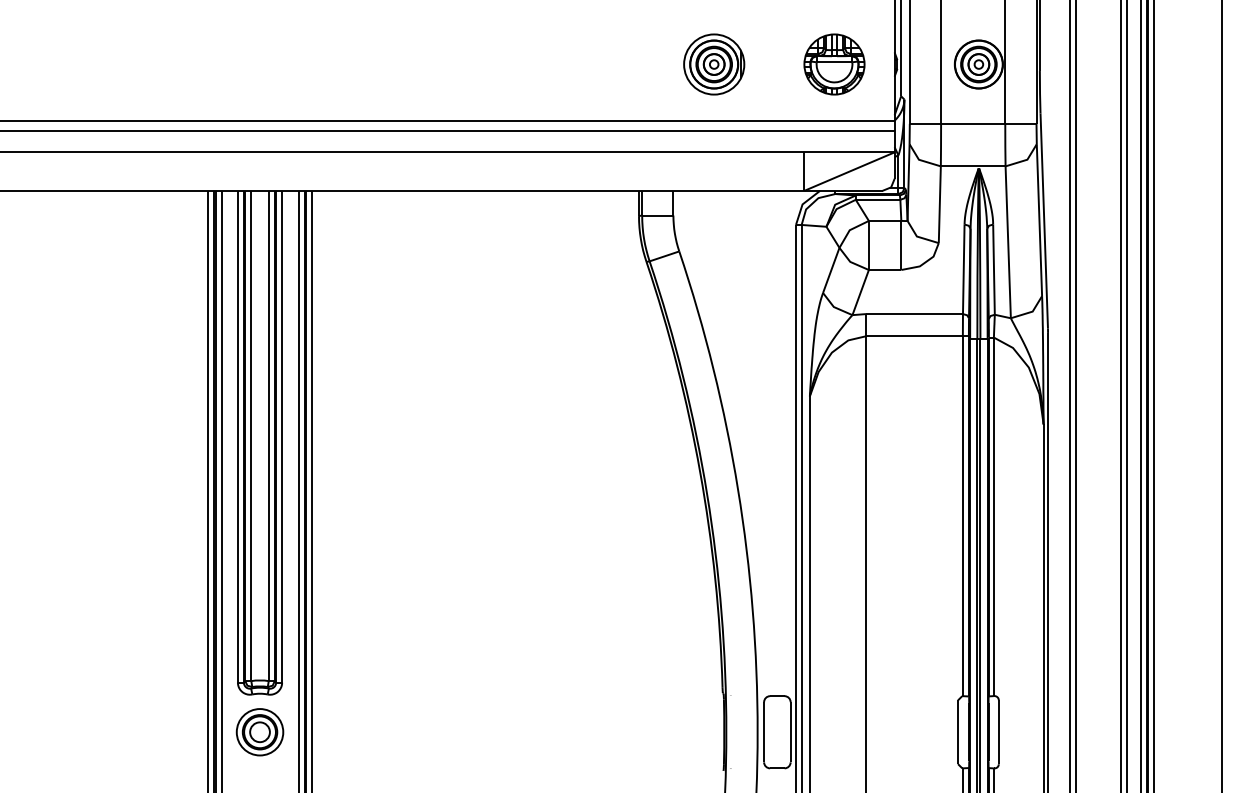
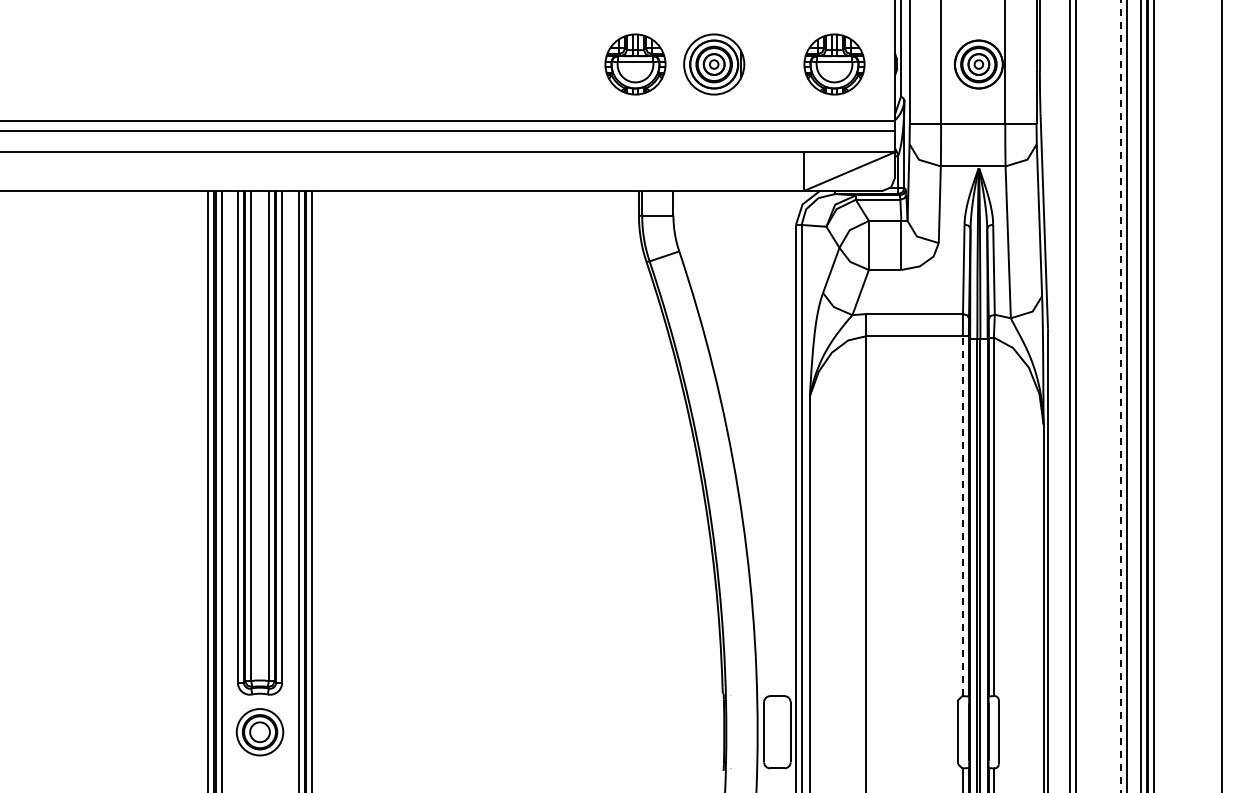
part at (635, 64): none -> present
line at (1121, 396): solid -> dashed
line at (962, 516): solid -> dashed
